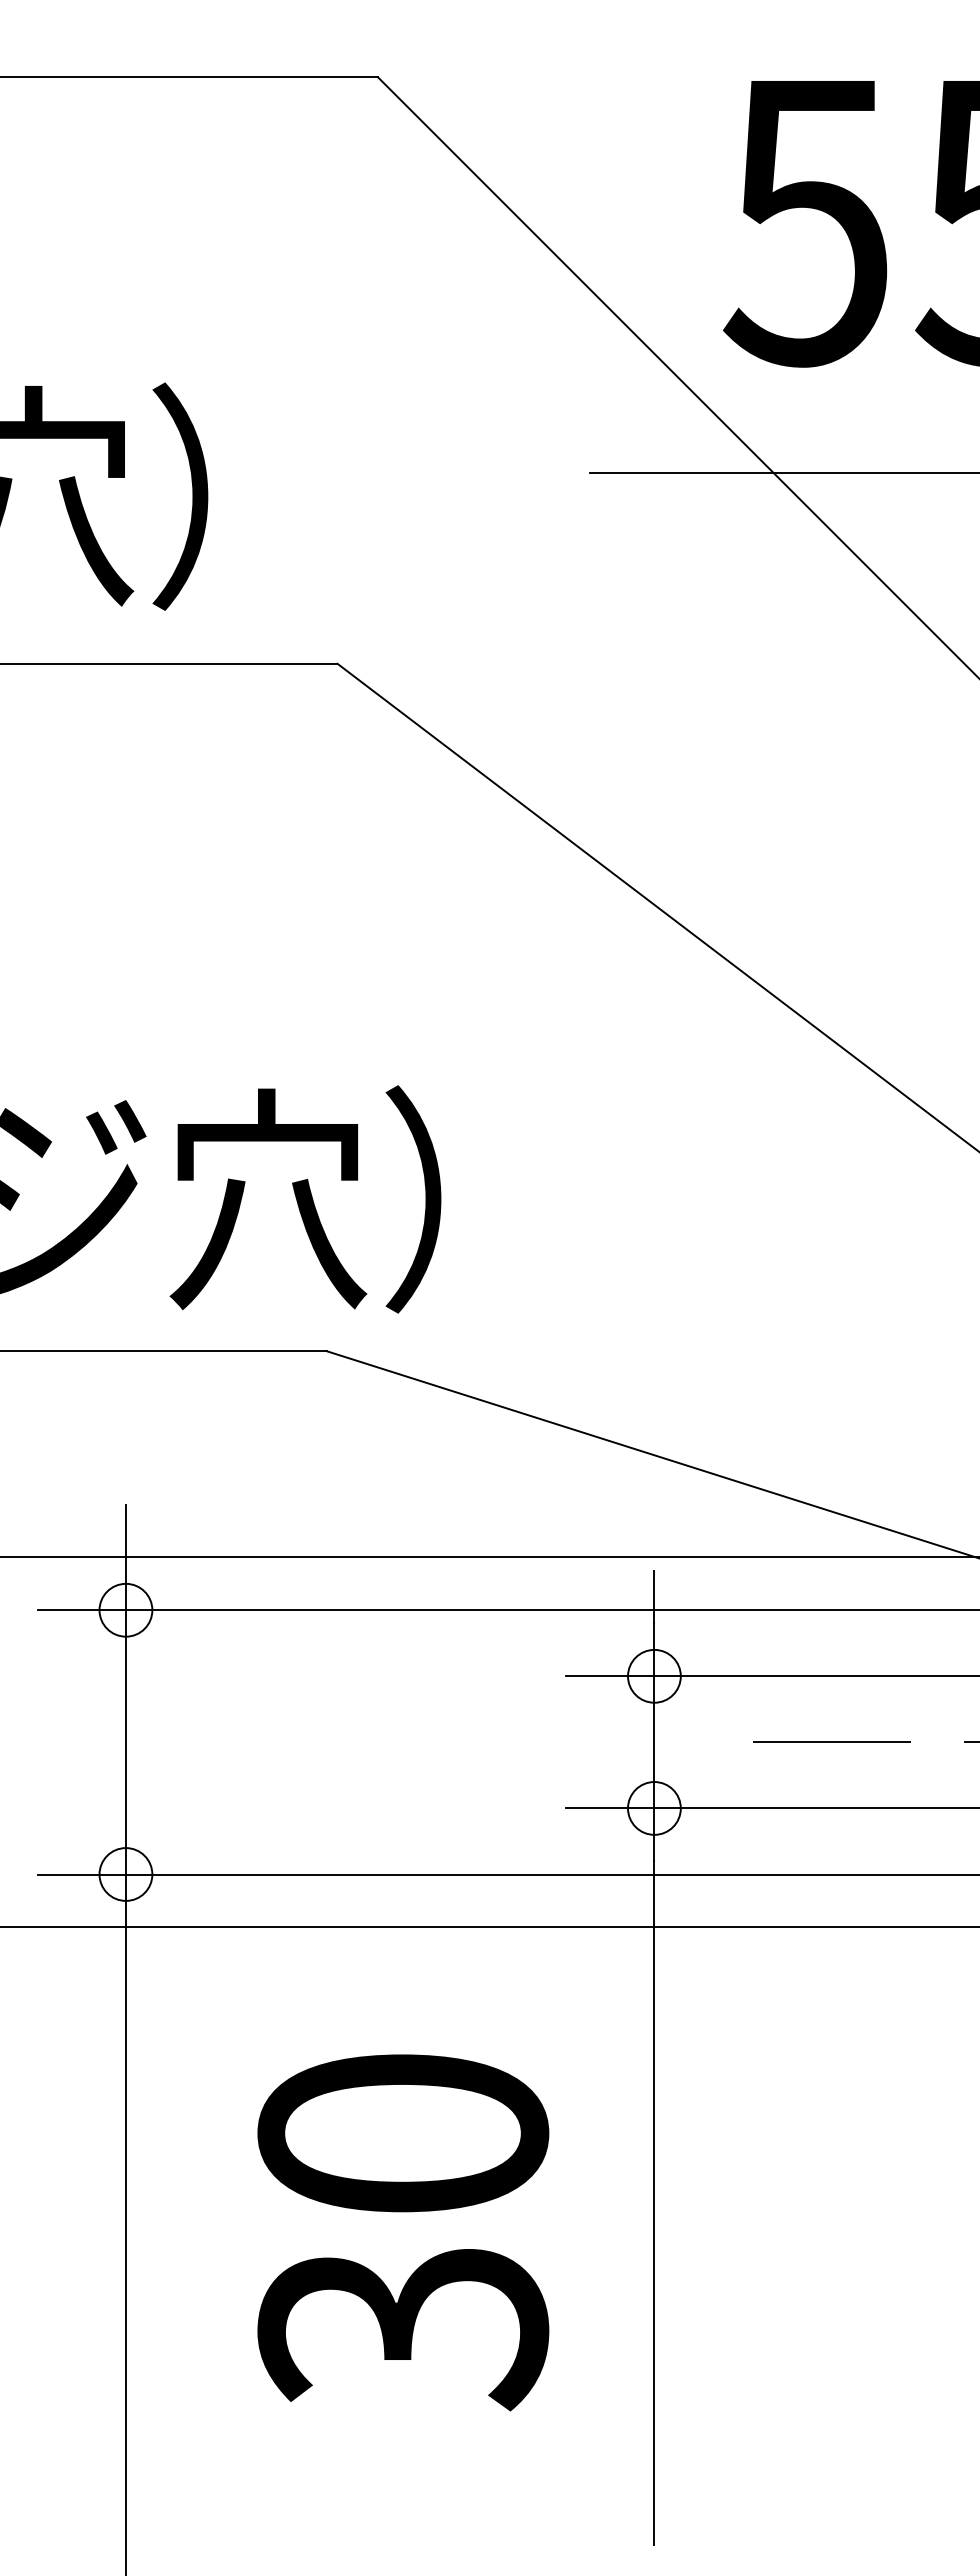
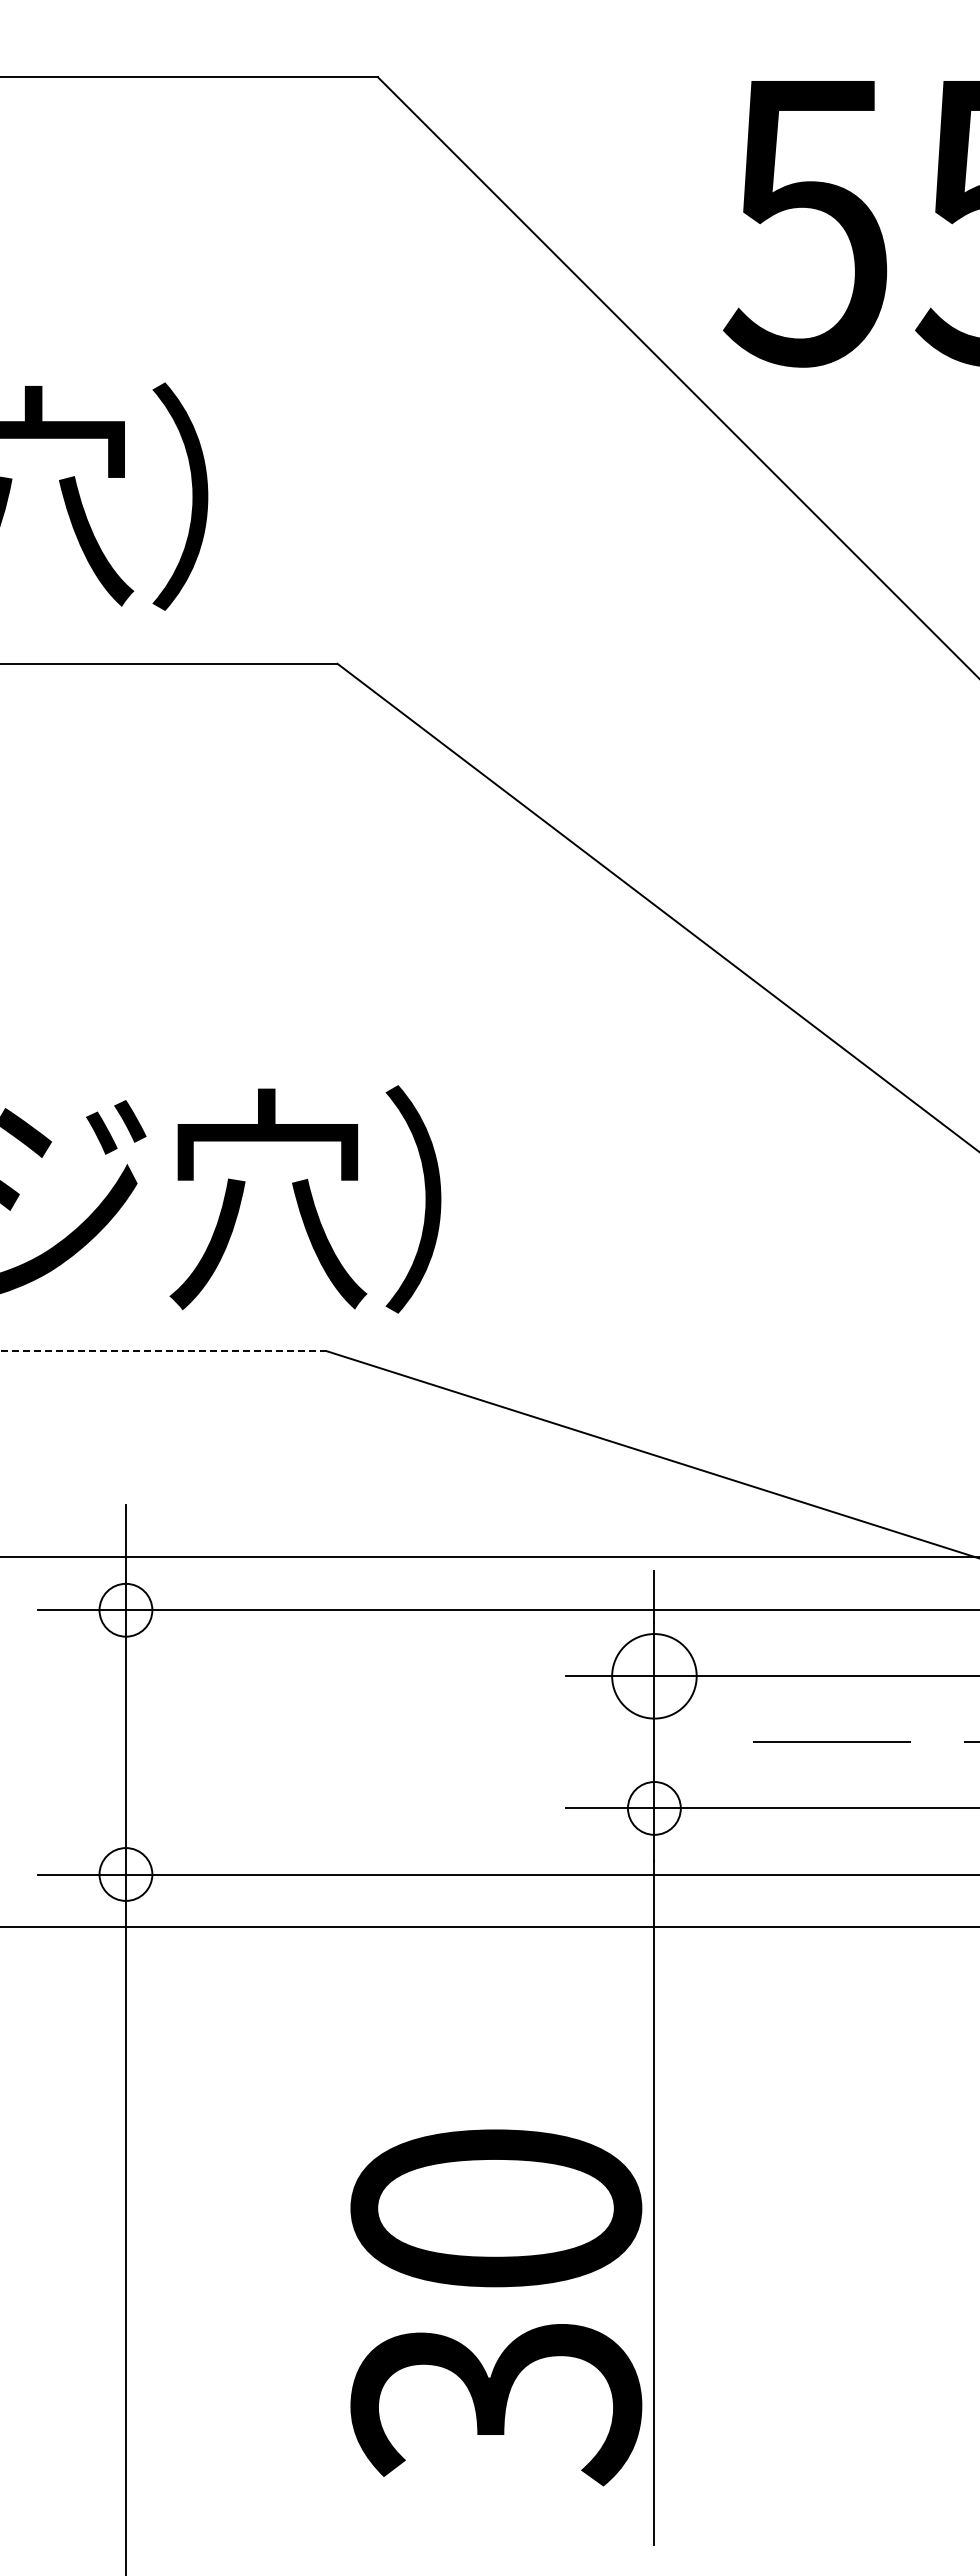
line at (783, 472): present -> none
line at (163, 1351): solid -> dashed
circle at (654, 1675) diameter: 53 px -> 85 px
text at (403, 2232) position: (403, 2232) -> (496, 2307)
